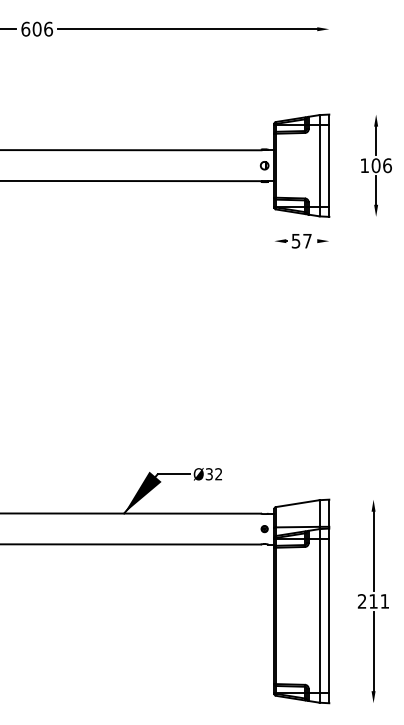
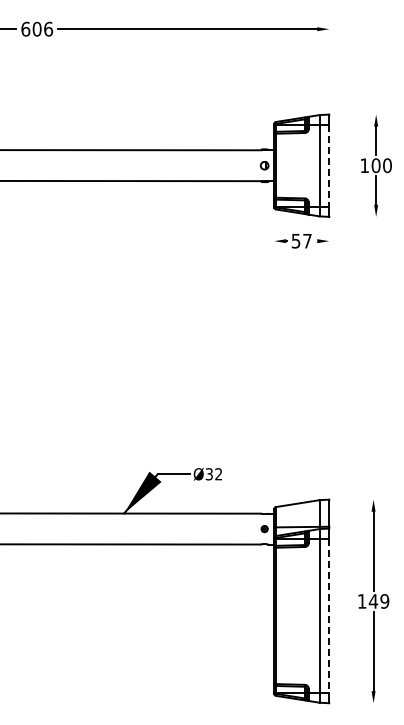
text at (387, 165): 106 -> 100
line at (329, 166): solid -> dashed
text at (373, 601): 211 -> 149
line at (329, 616): solid -> dashed
